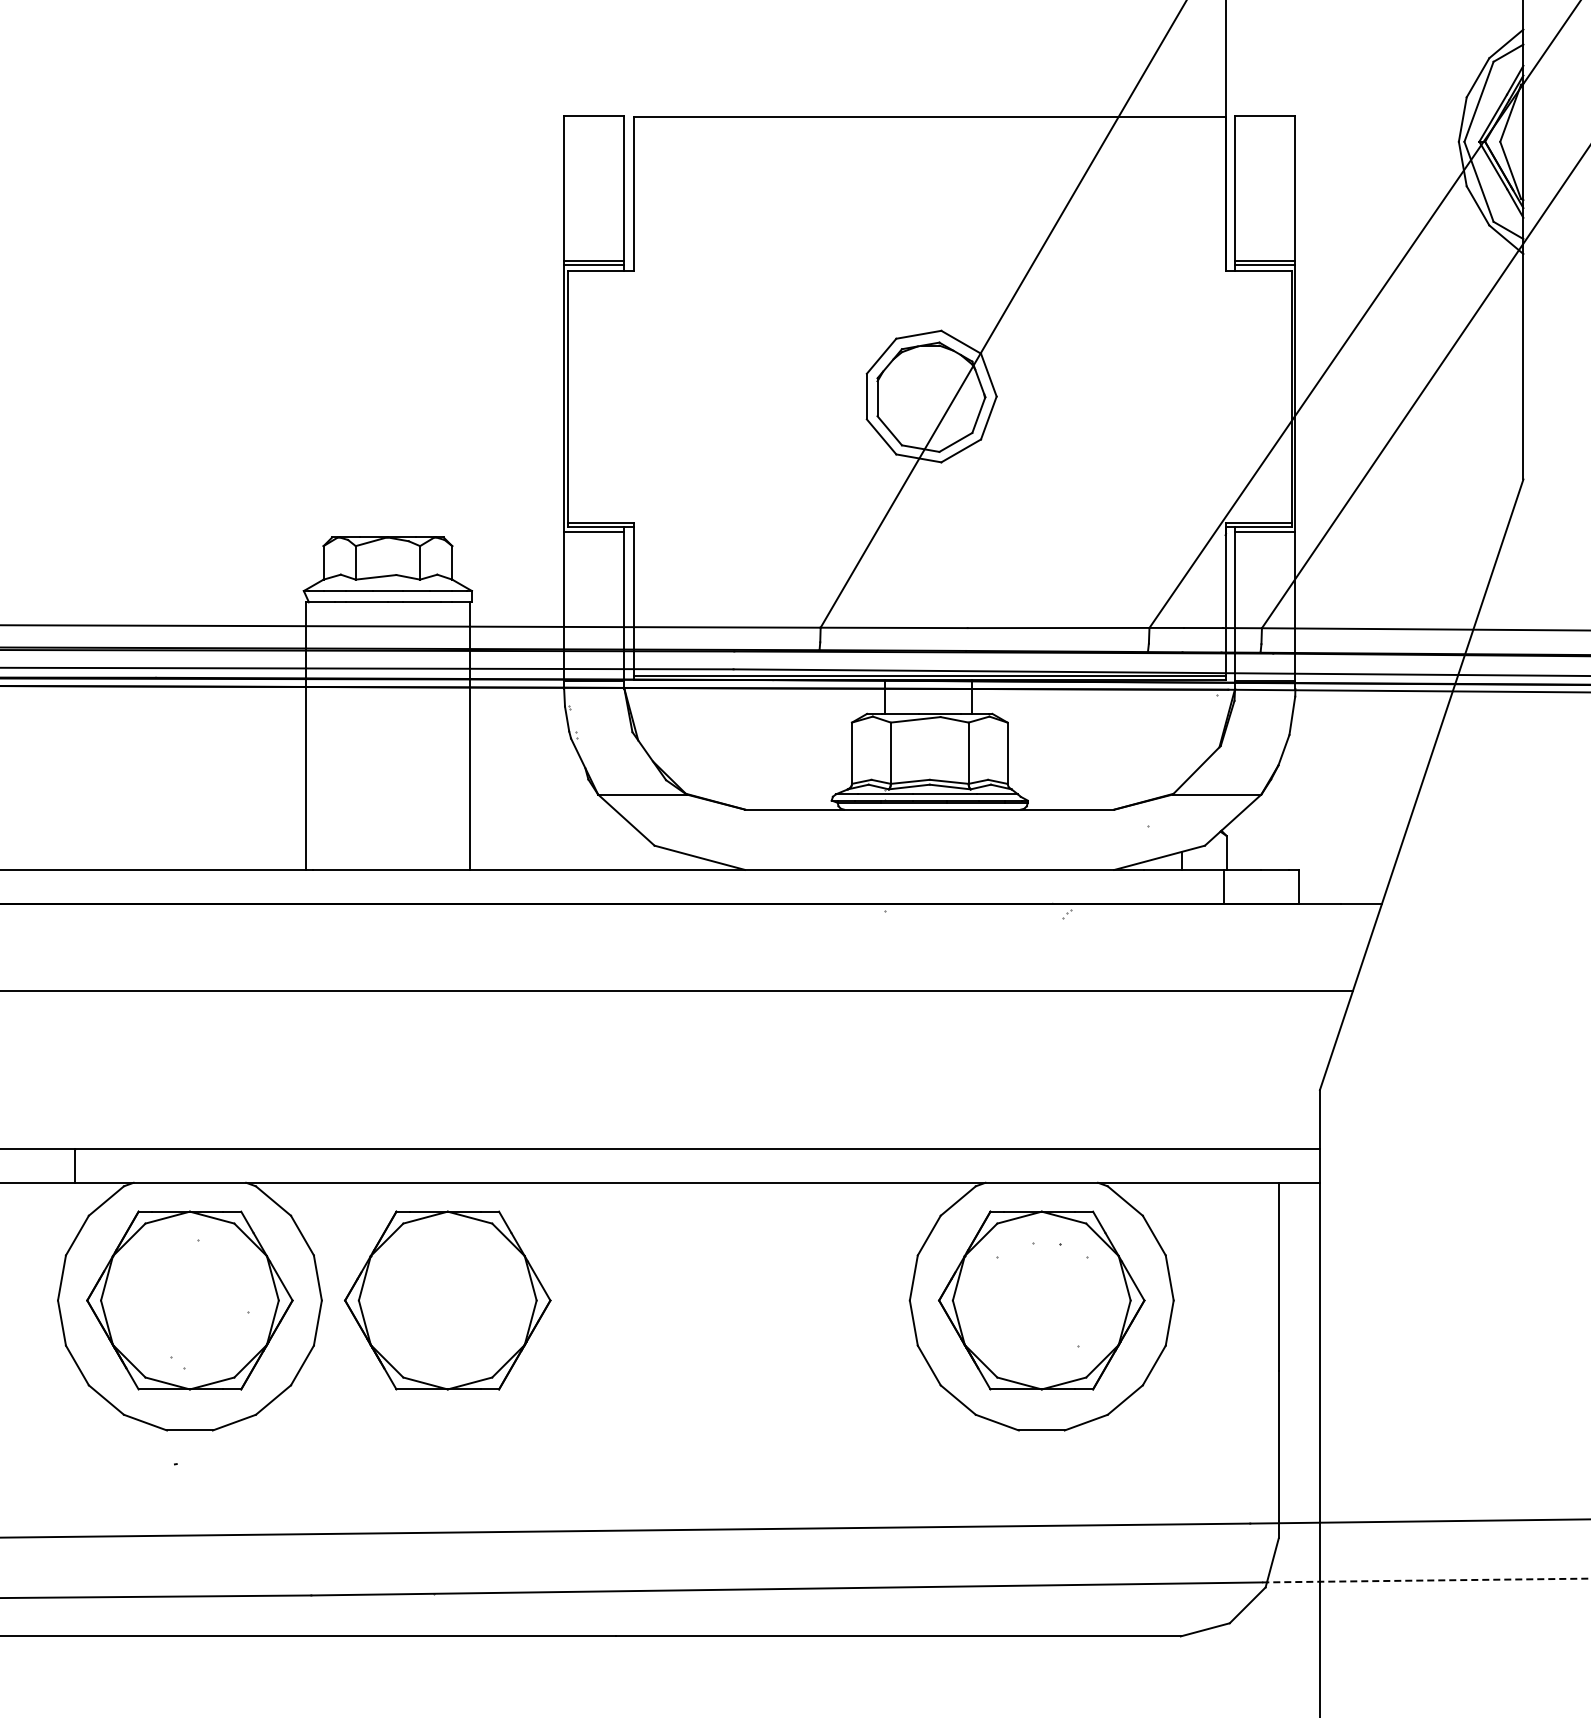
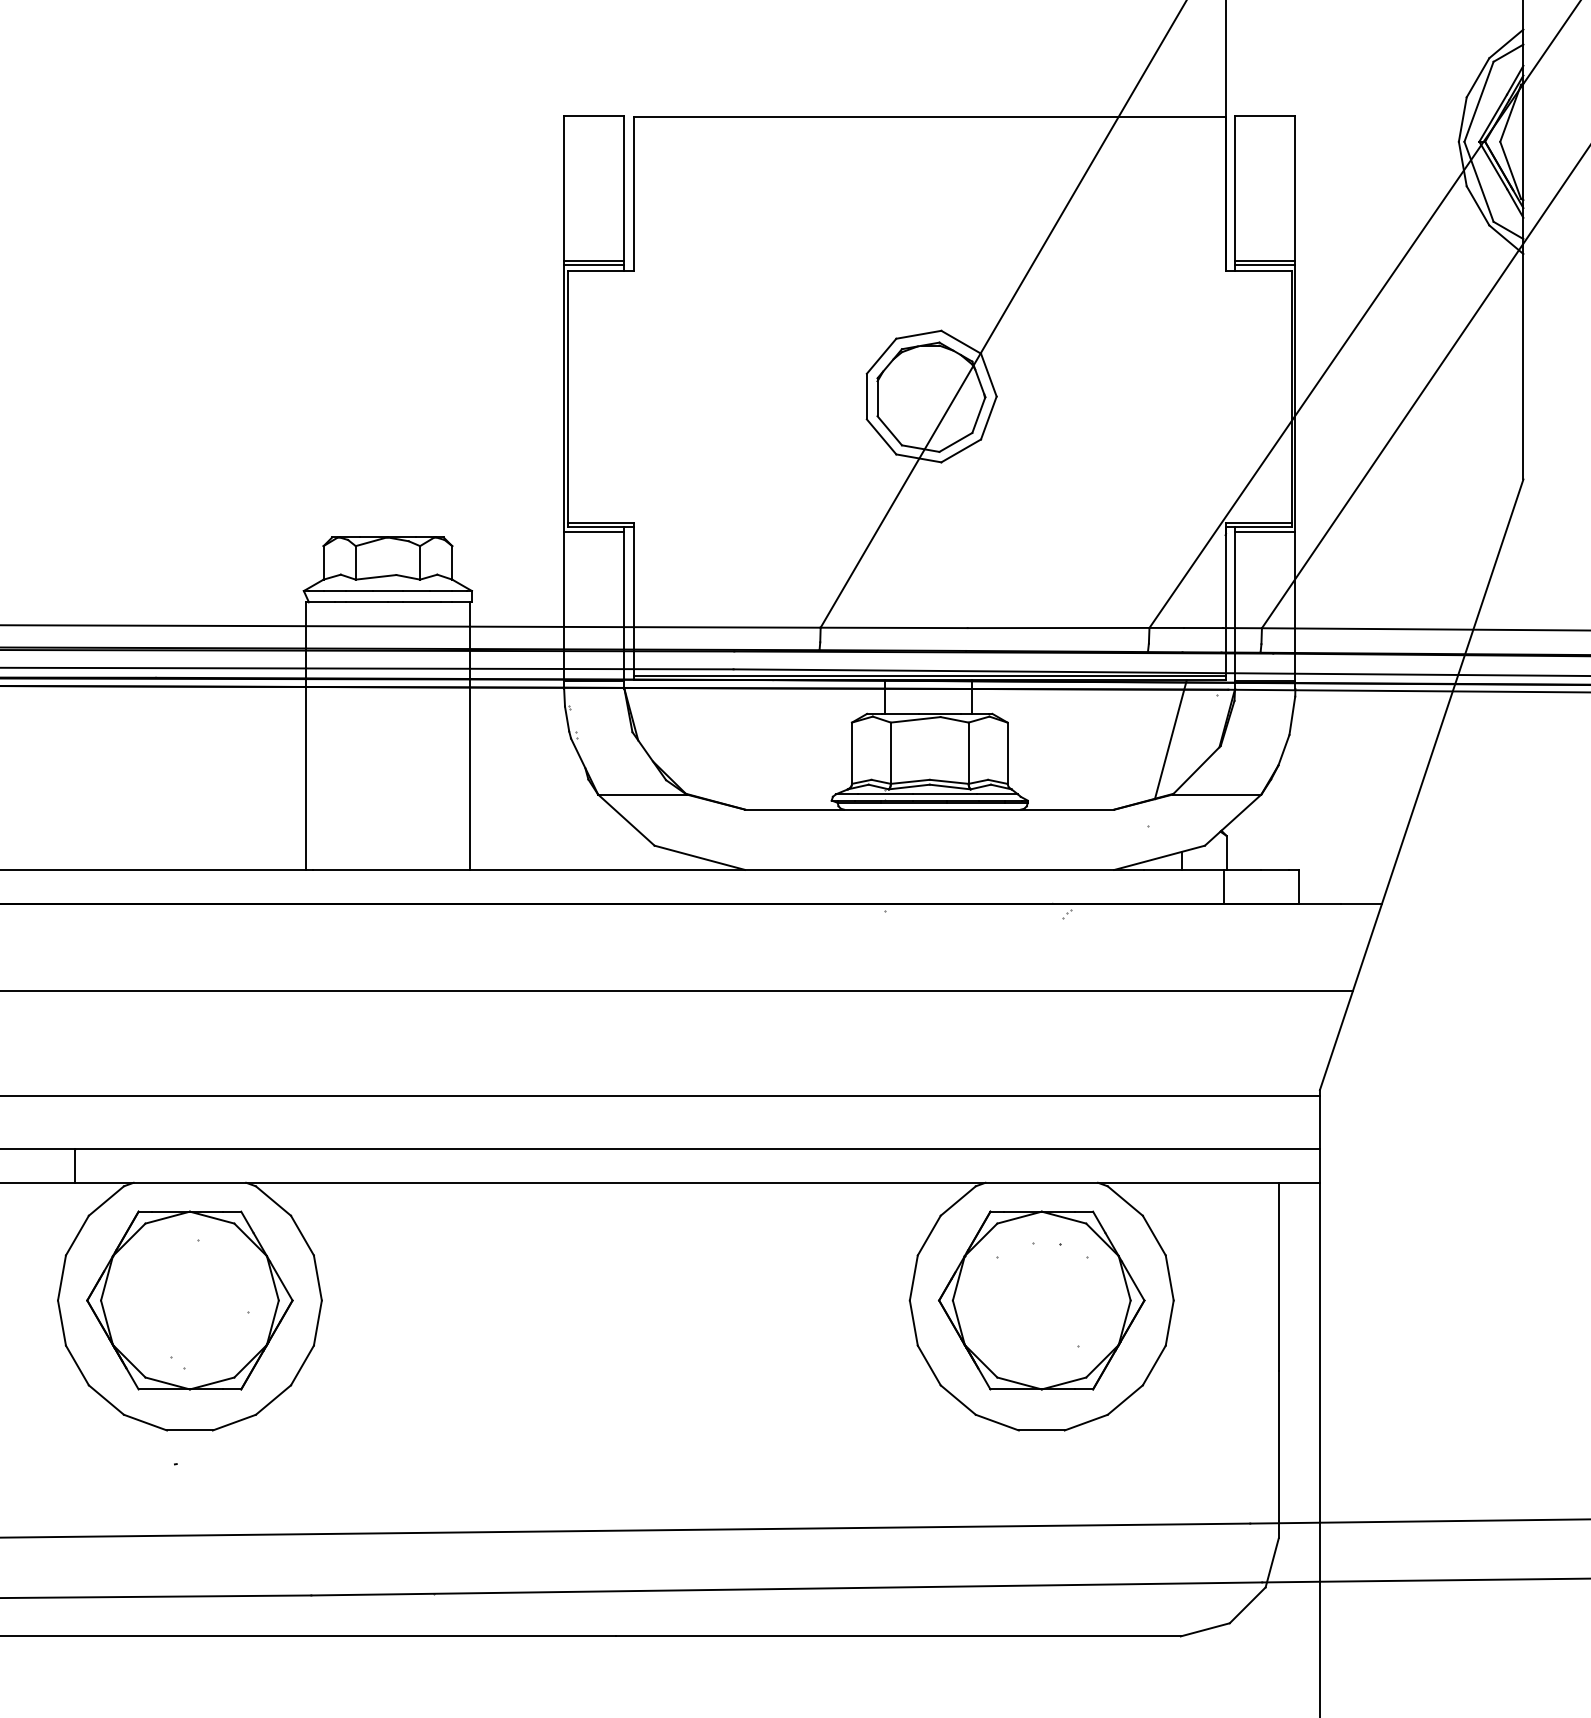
line at (1170, 739): none -> present
line at (660, 1096): none -> present
part at (447, 1300): present -> none
line at (1426, 1580): dashed -> solid
